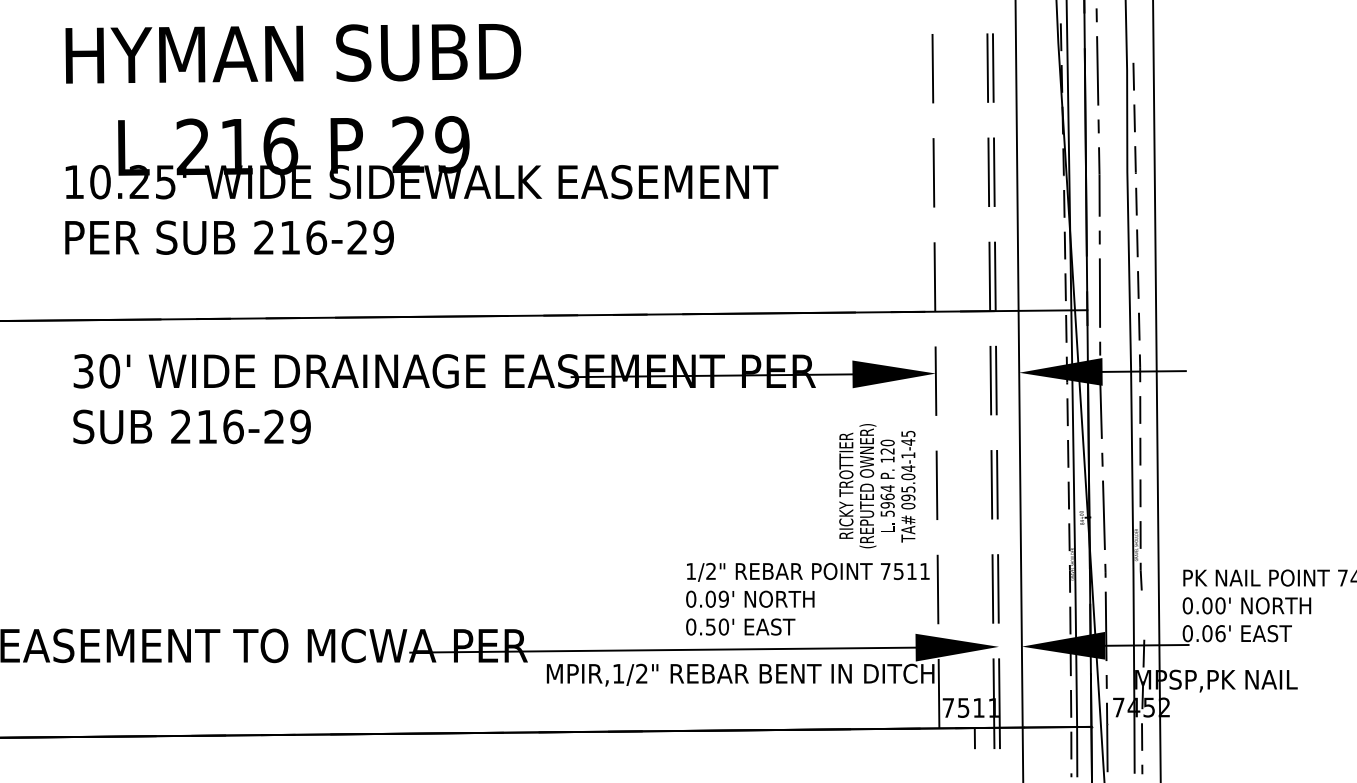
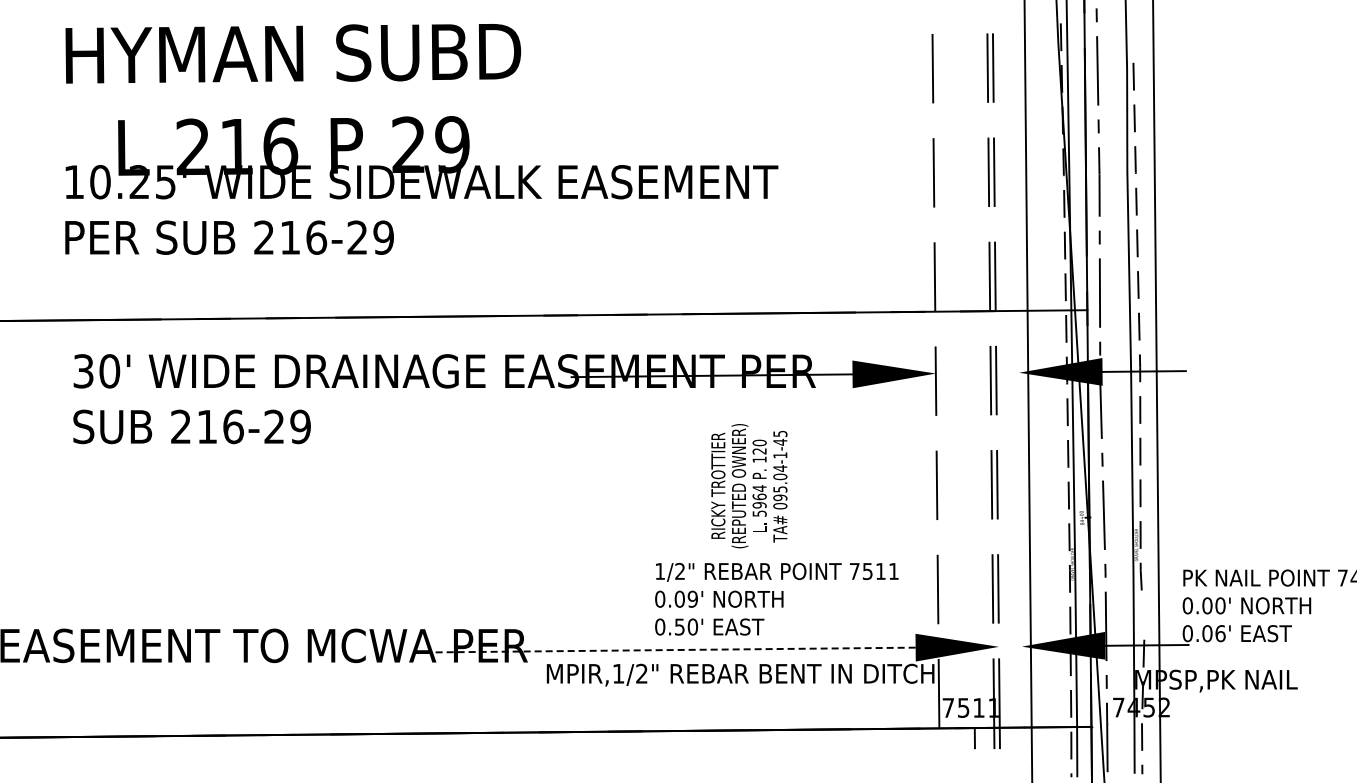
line at (1019, 390) position: (1019, 390) -> (1028, 390)
text at (877, 486) position: (877, 486) -> (749, 486)
text at (807, 598) position: (807, 598) -> (776, 598)
line at (662, 650): solid -> dashed
